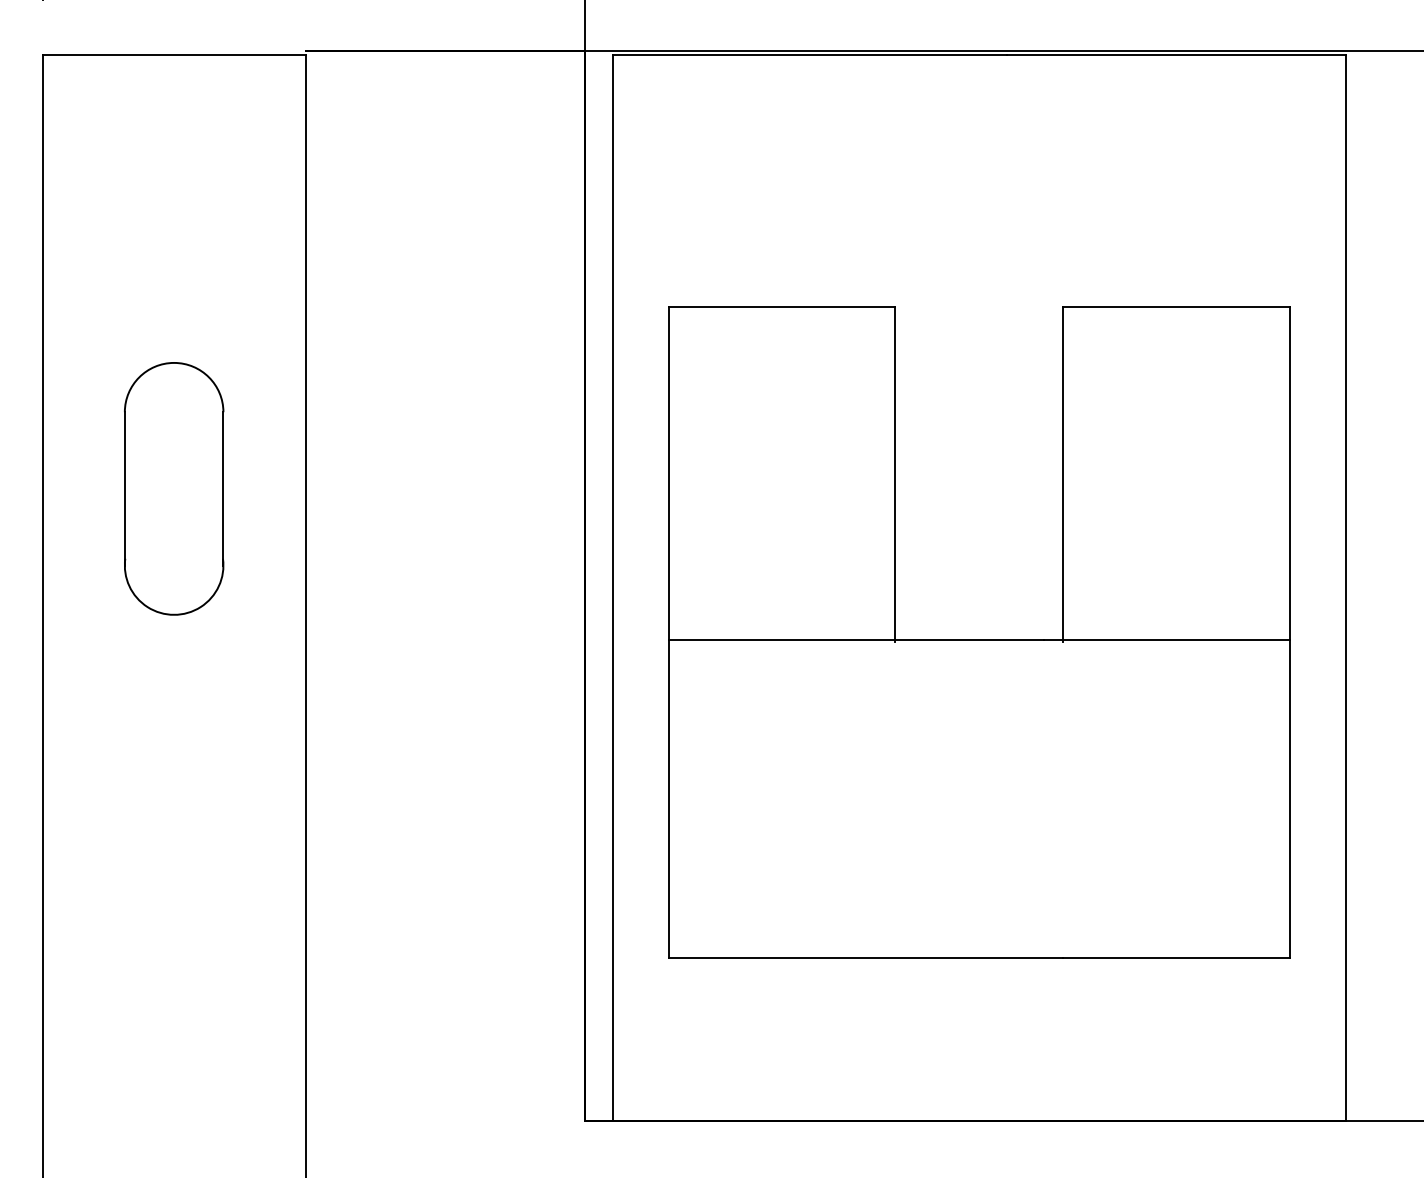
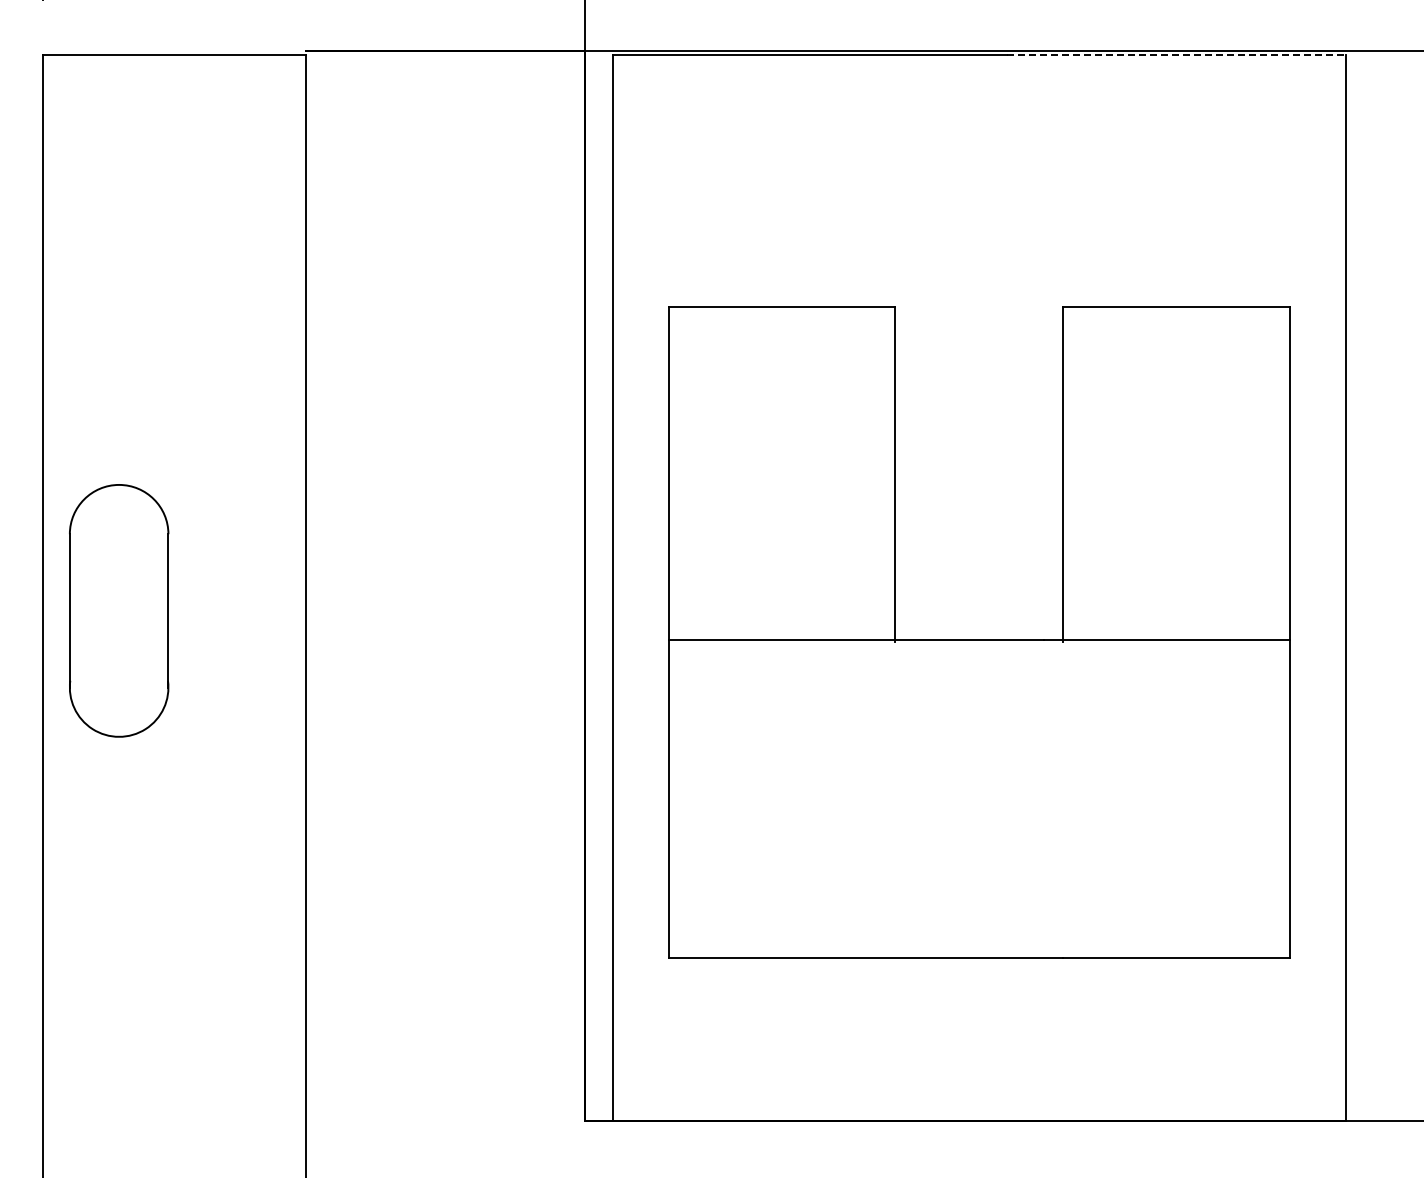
line at (1176, 55): solid -> dashed
part at (174, 488) position: (174, 488) -> (119, 610)
